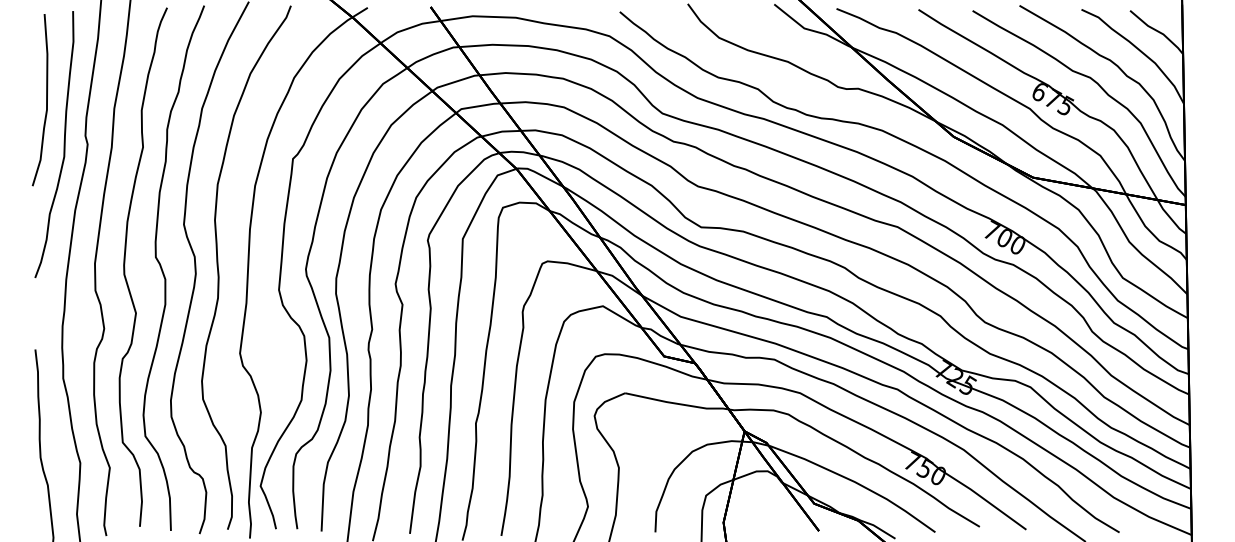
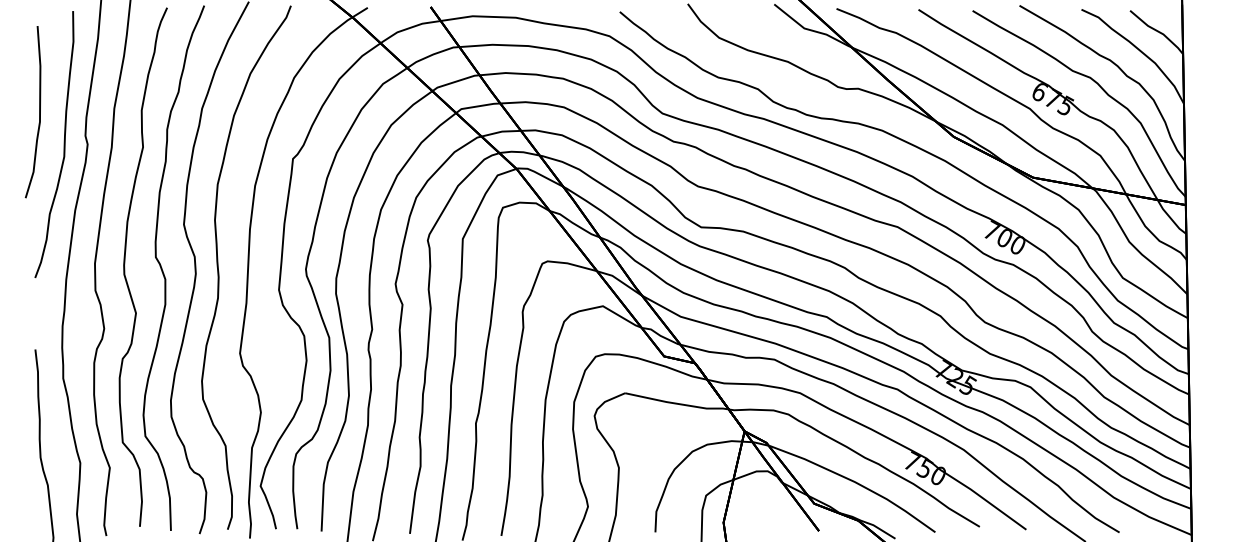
curve at (46, 100) position: (46, 100) -> (39, 112)
